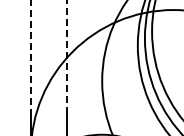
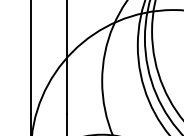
line at (30, 57): dashed -> solid
line at (66, 57): dashed -> solid
